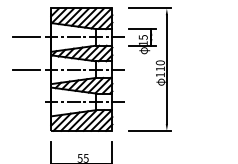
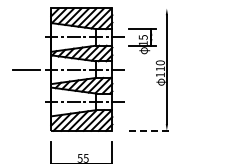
line at (150, 8): present -> none
line at (26, 37): present -> none
line at (150, 130): solid -> dashed
